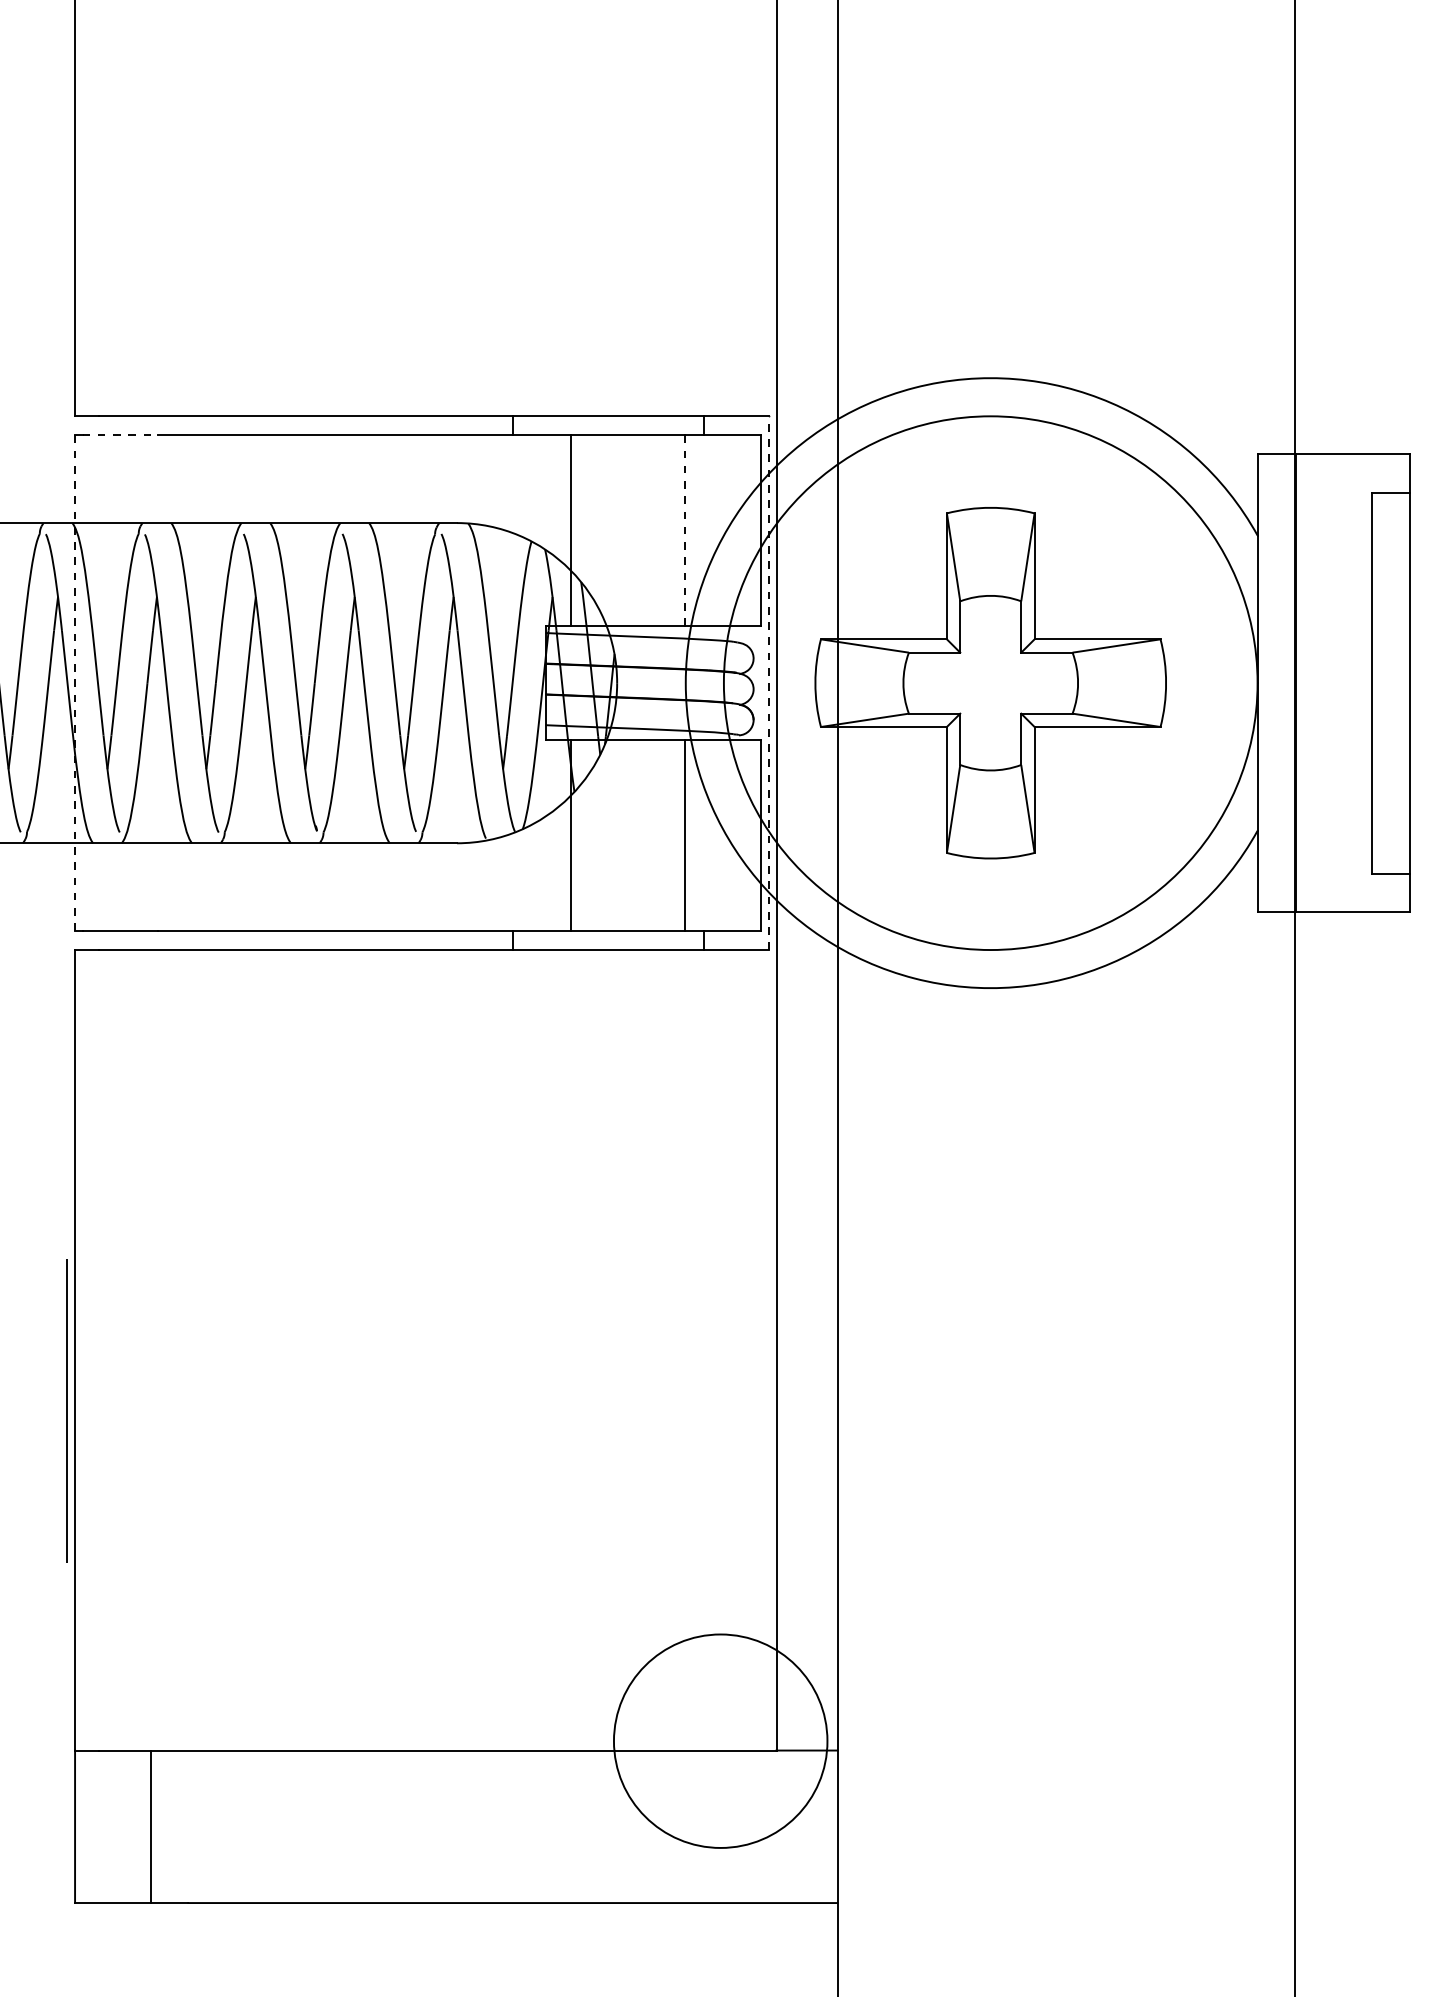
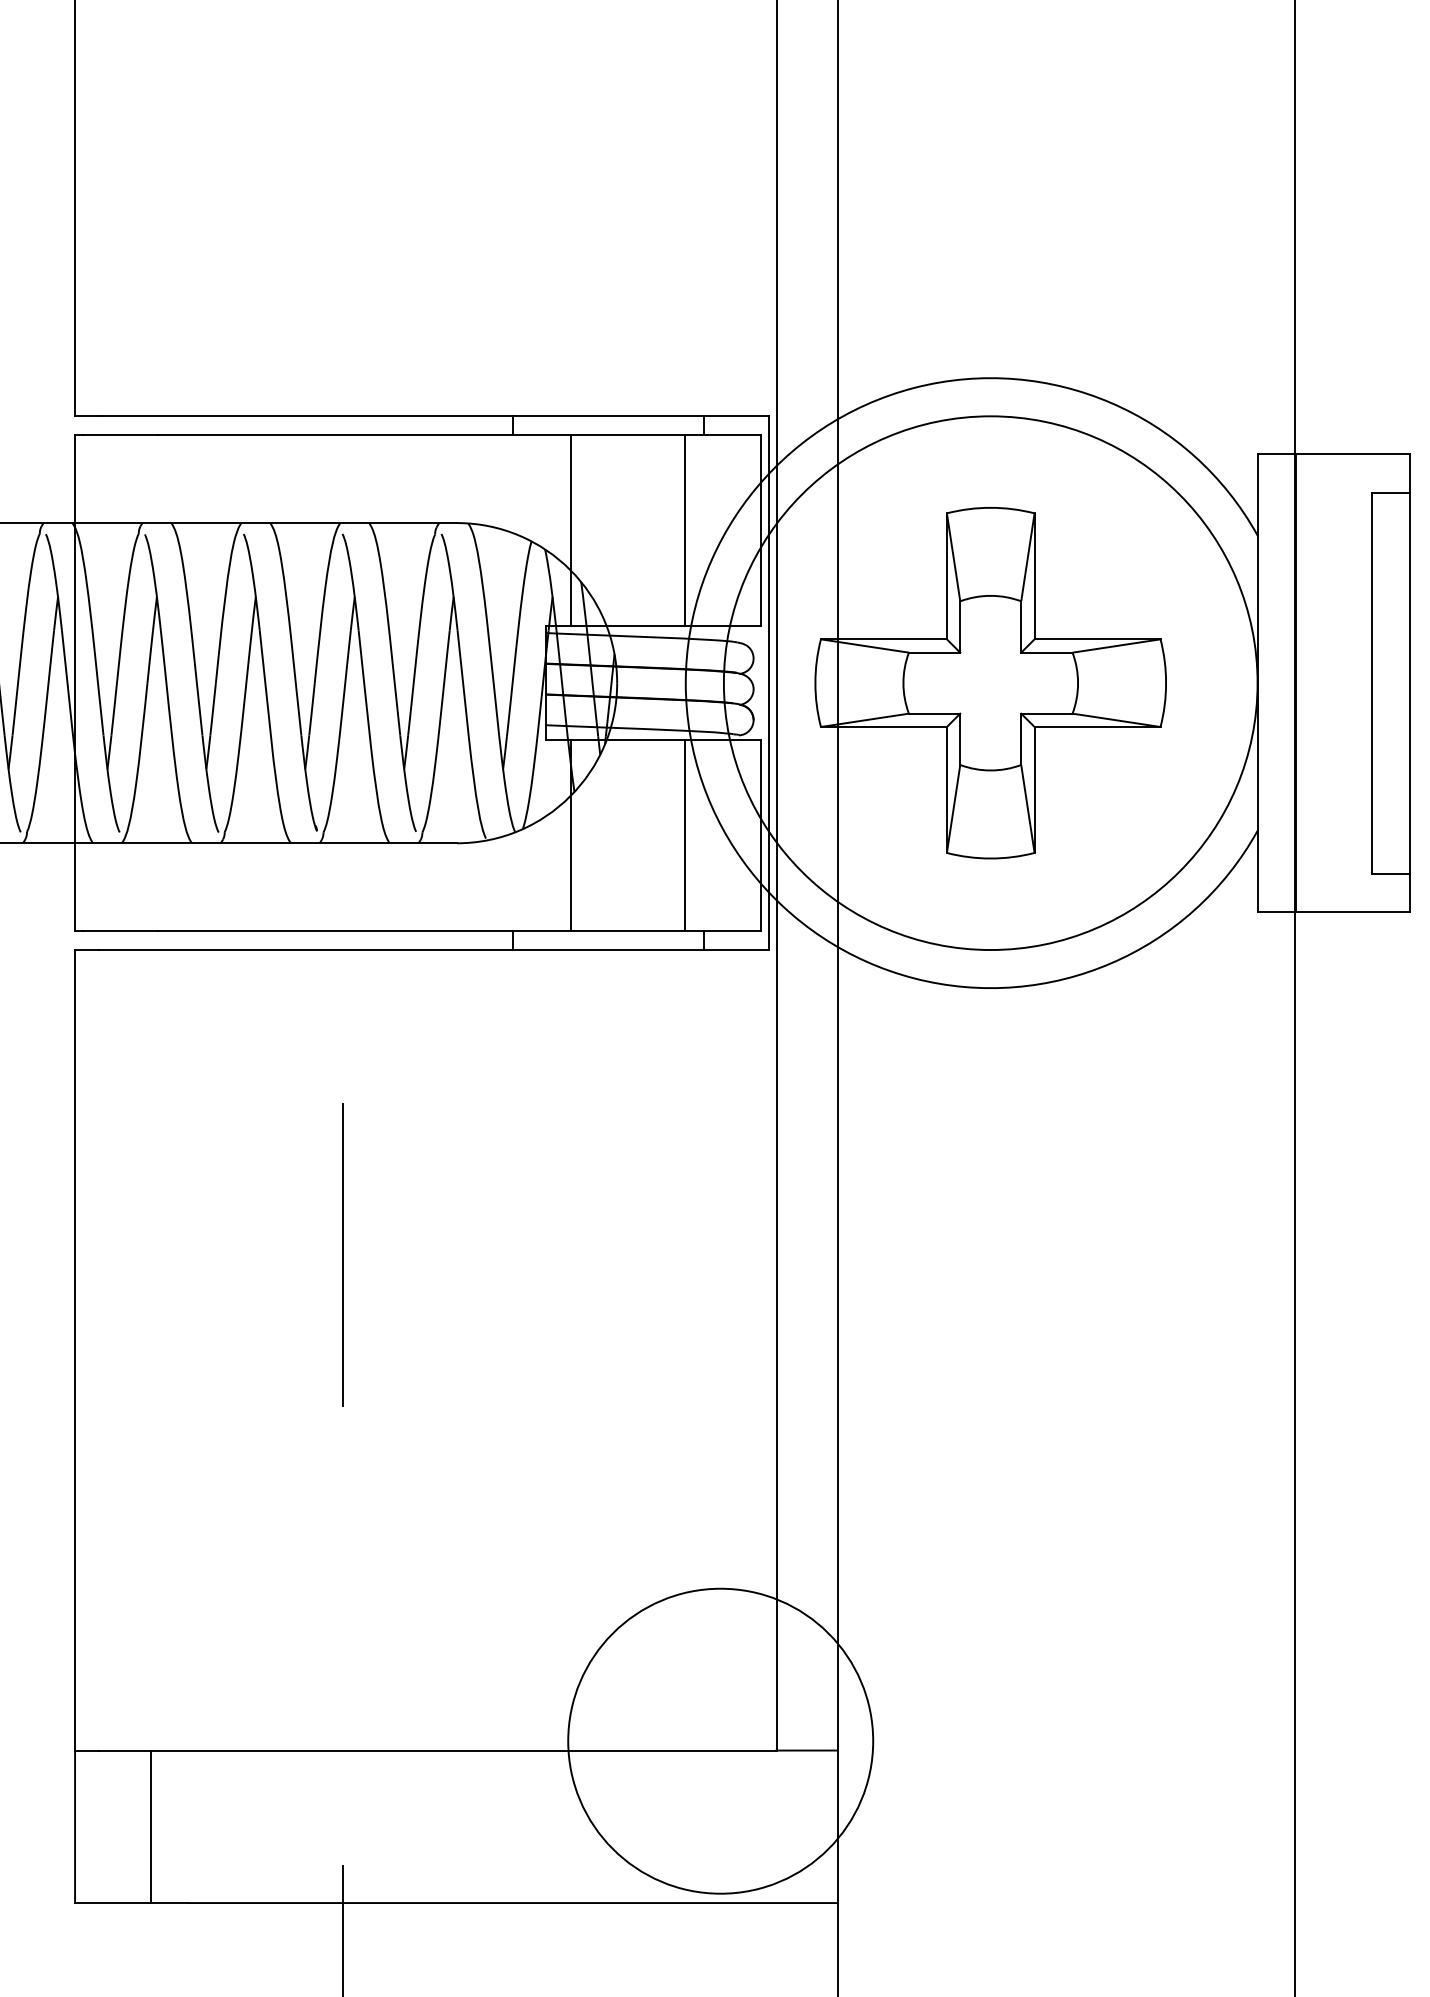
line at (120, 435): dashed -> solid
line at (685, 530): dashed -> solid
line at (75, 683): dashed -> solid
line at (768, 683): dashed -> solid
line at (66, 1410) position: (66, 1410) -> (342, 1254)
circle at (720, 1740) diameter: 213 px -> 305 px
line at (342, 1928): none -> present
